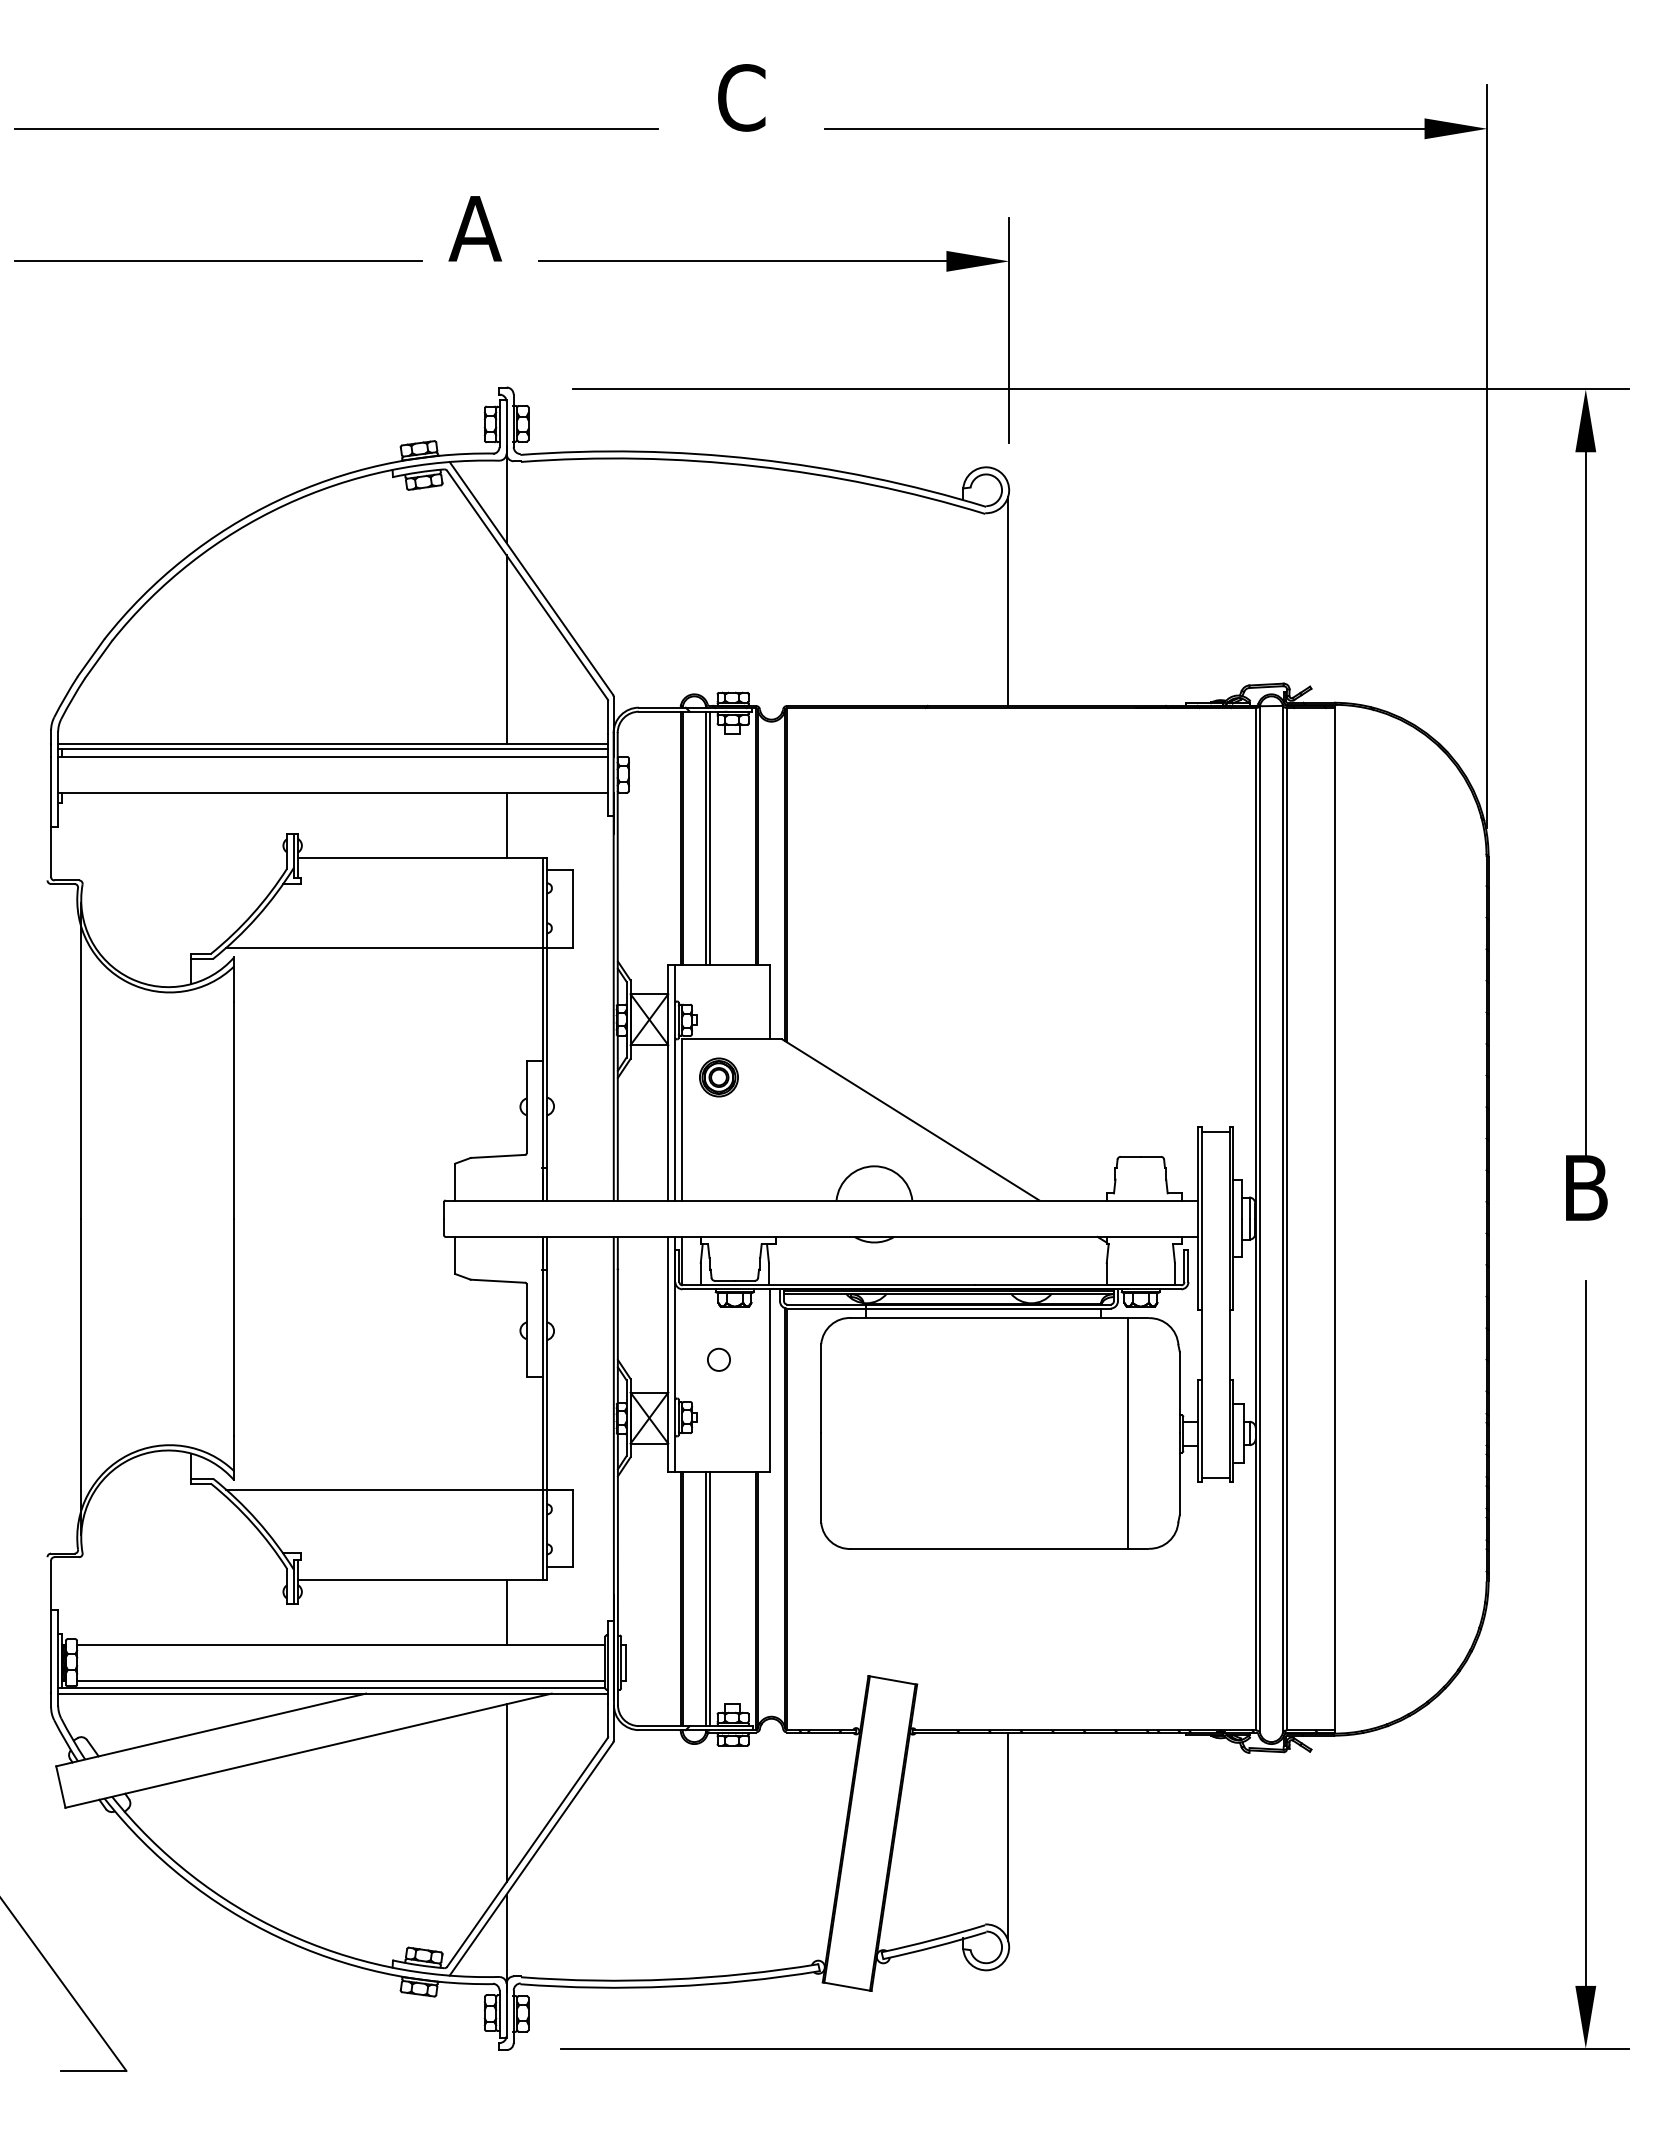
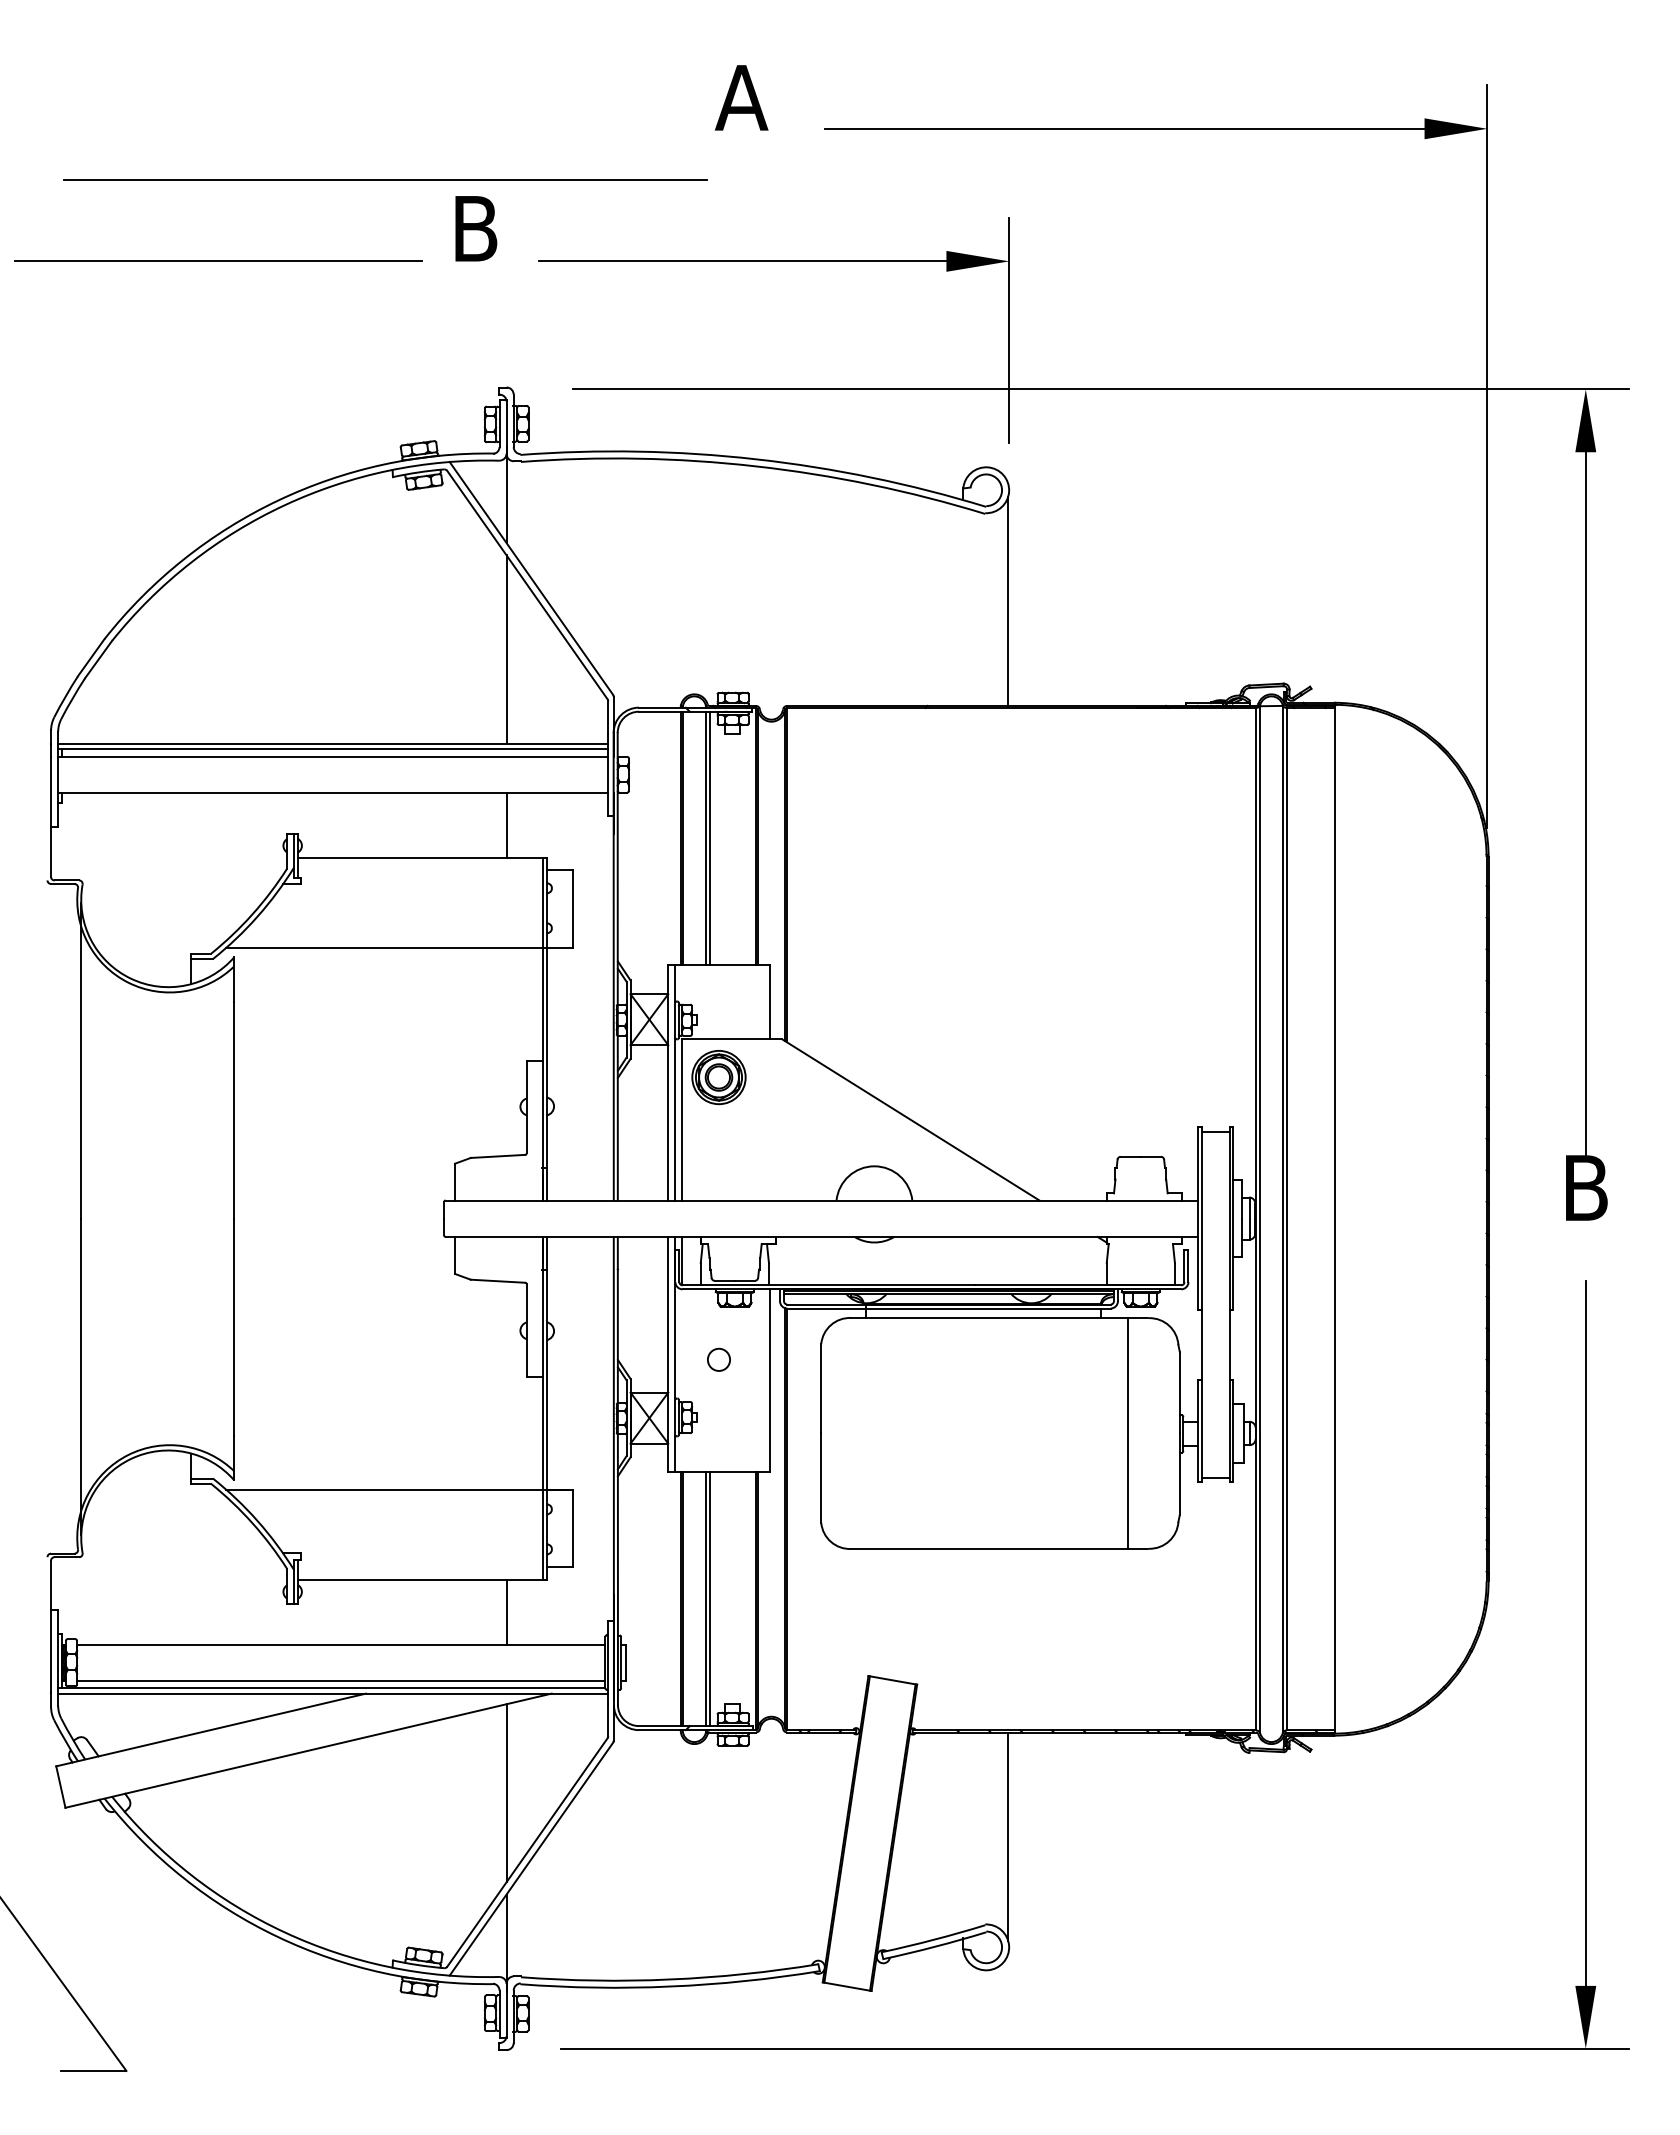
text at (741, 97): C -> A
line at (336, 128) position: (336, 128) -> (385, 179)
text at (475, 228): A -> B
part at (718, 1077) size: 40x41 px -> 56x56 px
